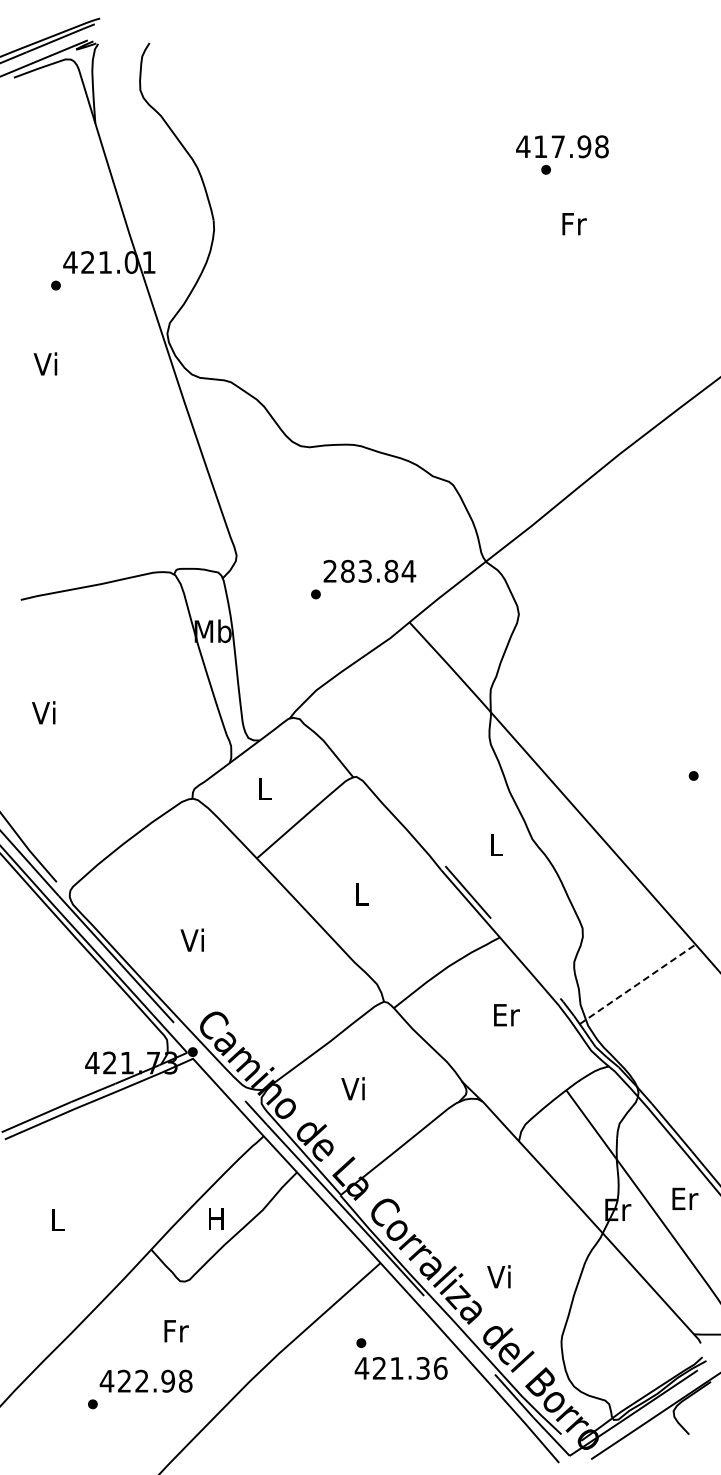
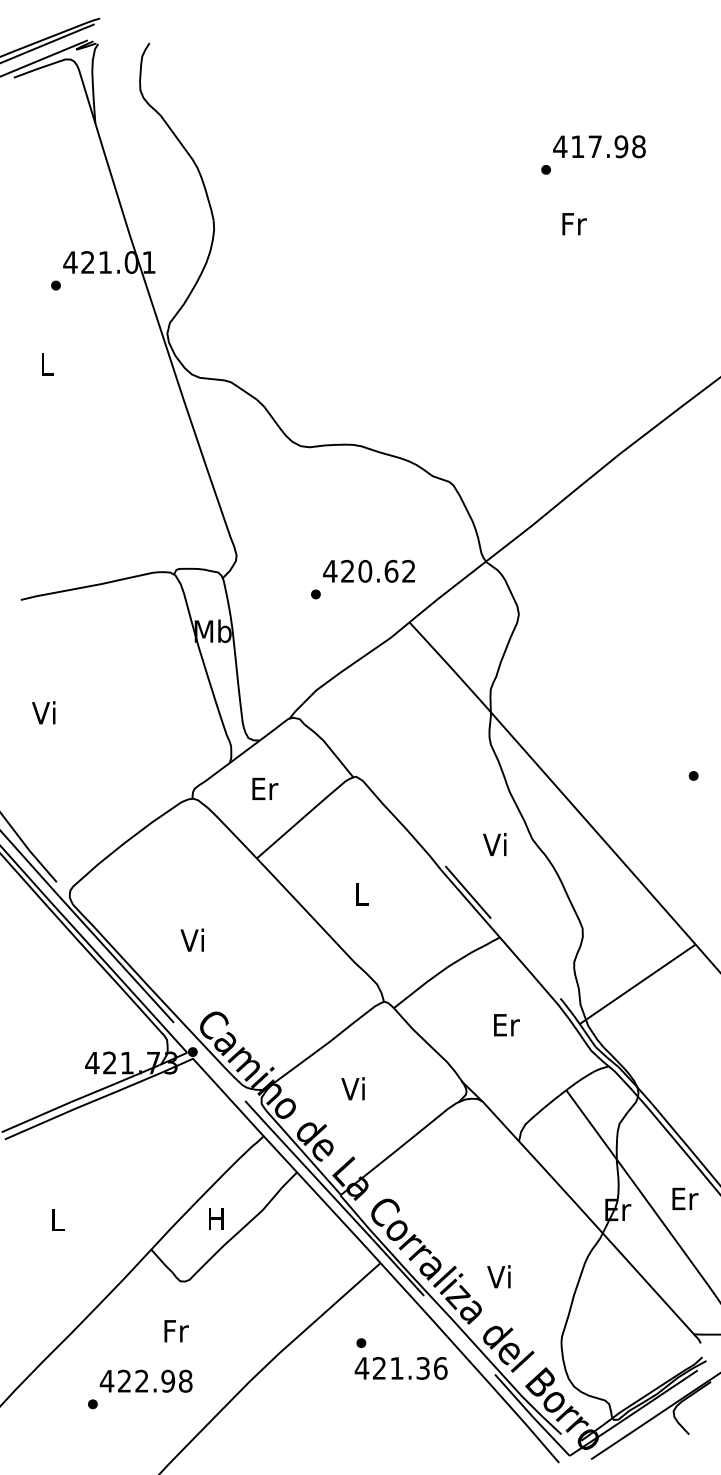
text at (562, 146) position: (562, 146) -> (599, 146)
text at (45, 363): Vi -> L
text at (369, 570): 283.84 -> 420.62
text at (265, 788): L -> Er
text at (494, 843): L -> Vi
line at (637, 984): dashed -> solid
text at (506, 1015) position: (506, 1015) -> (506, 1025)
